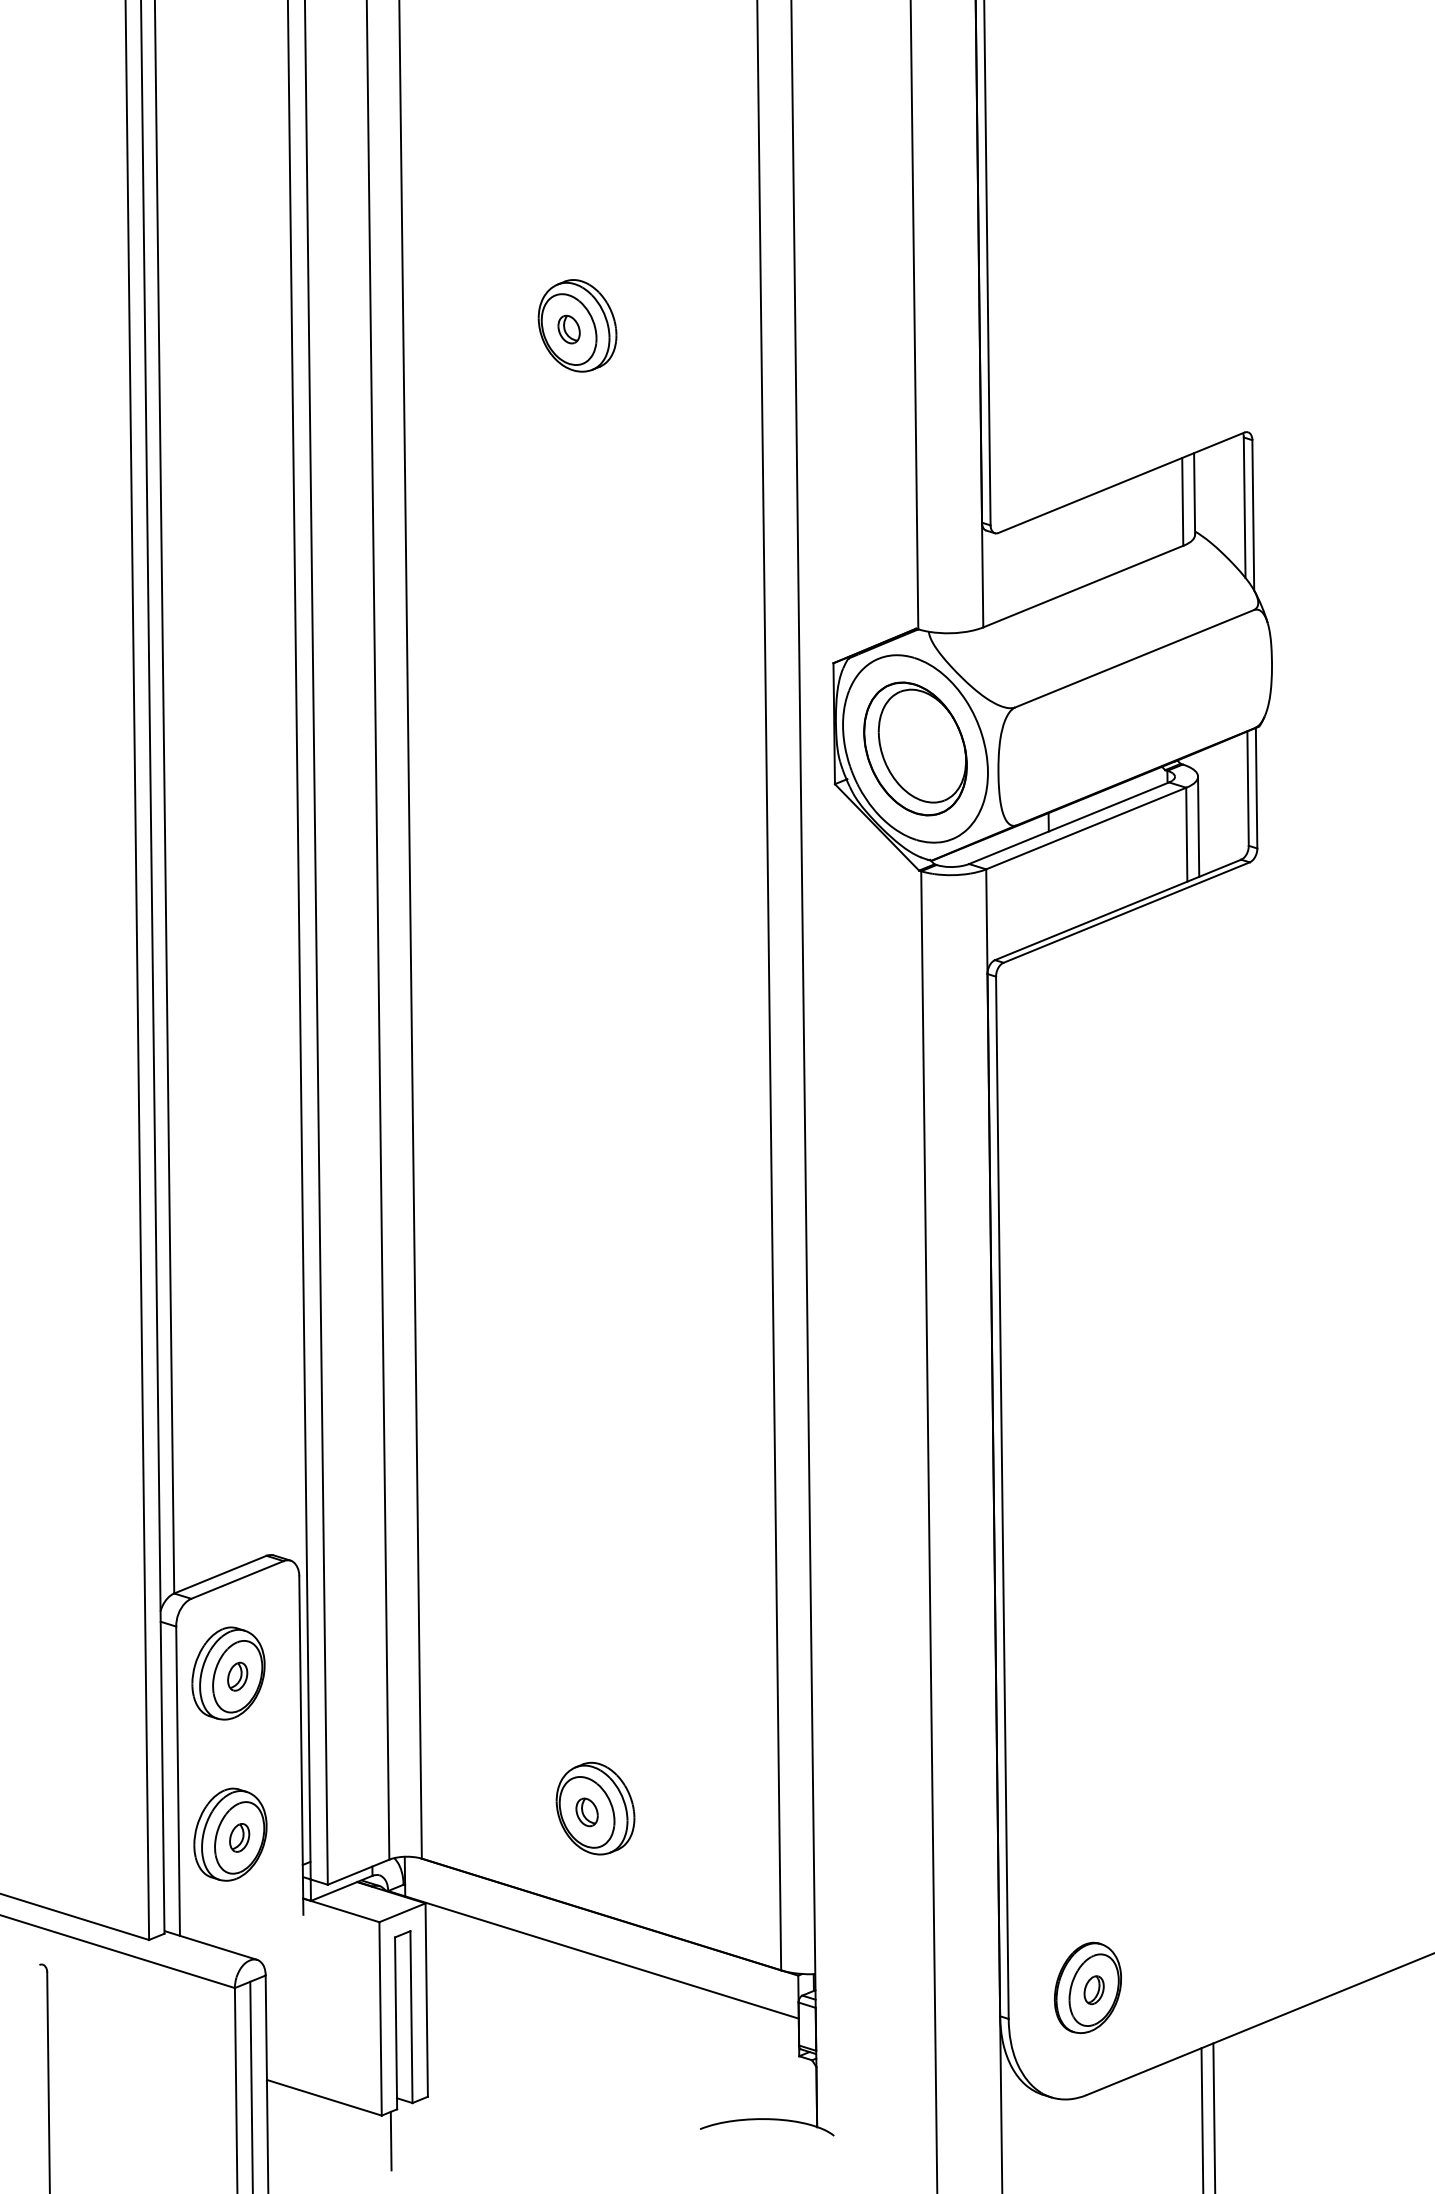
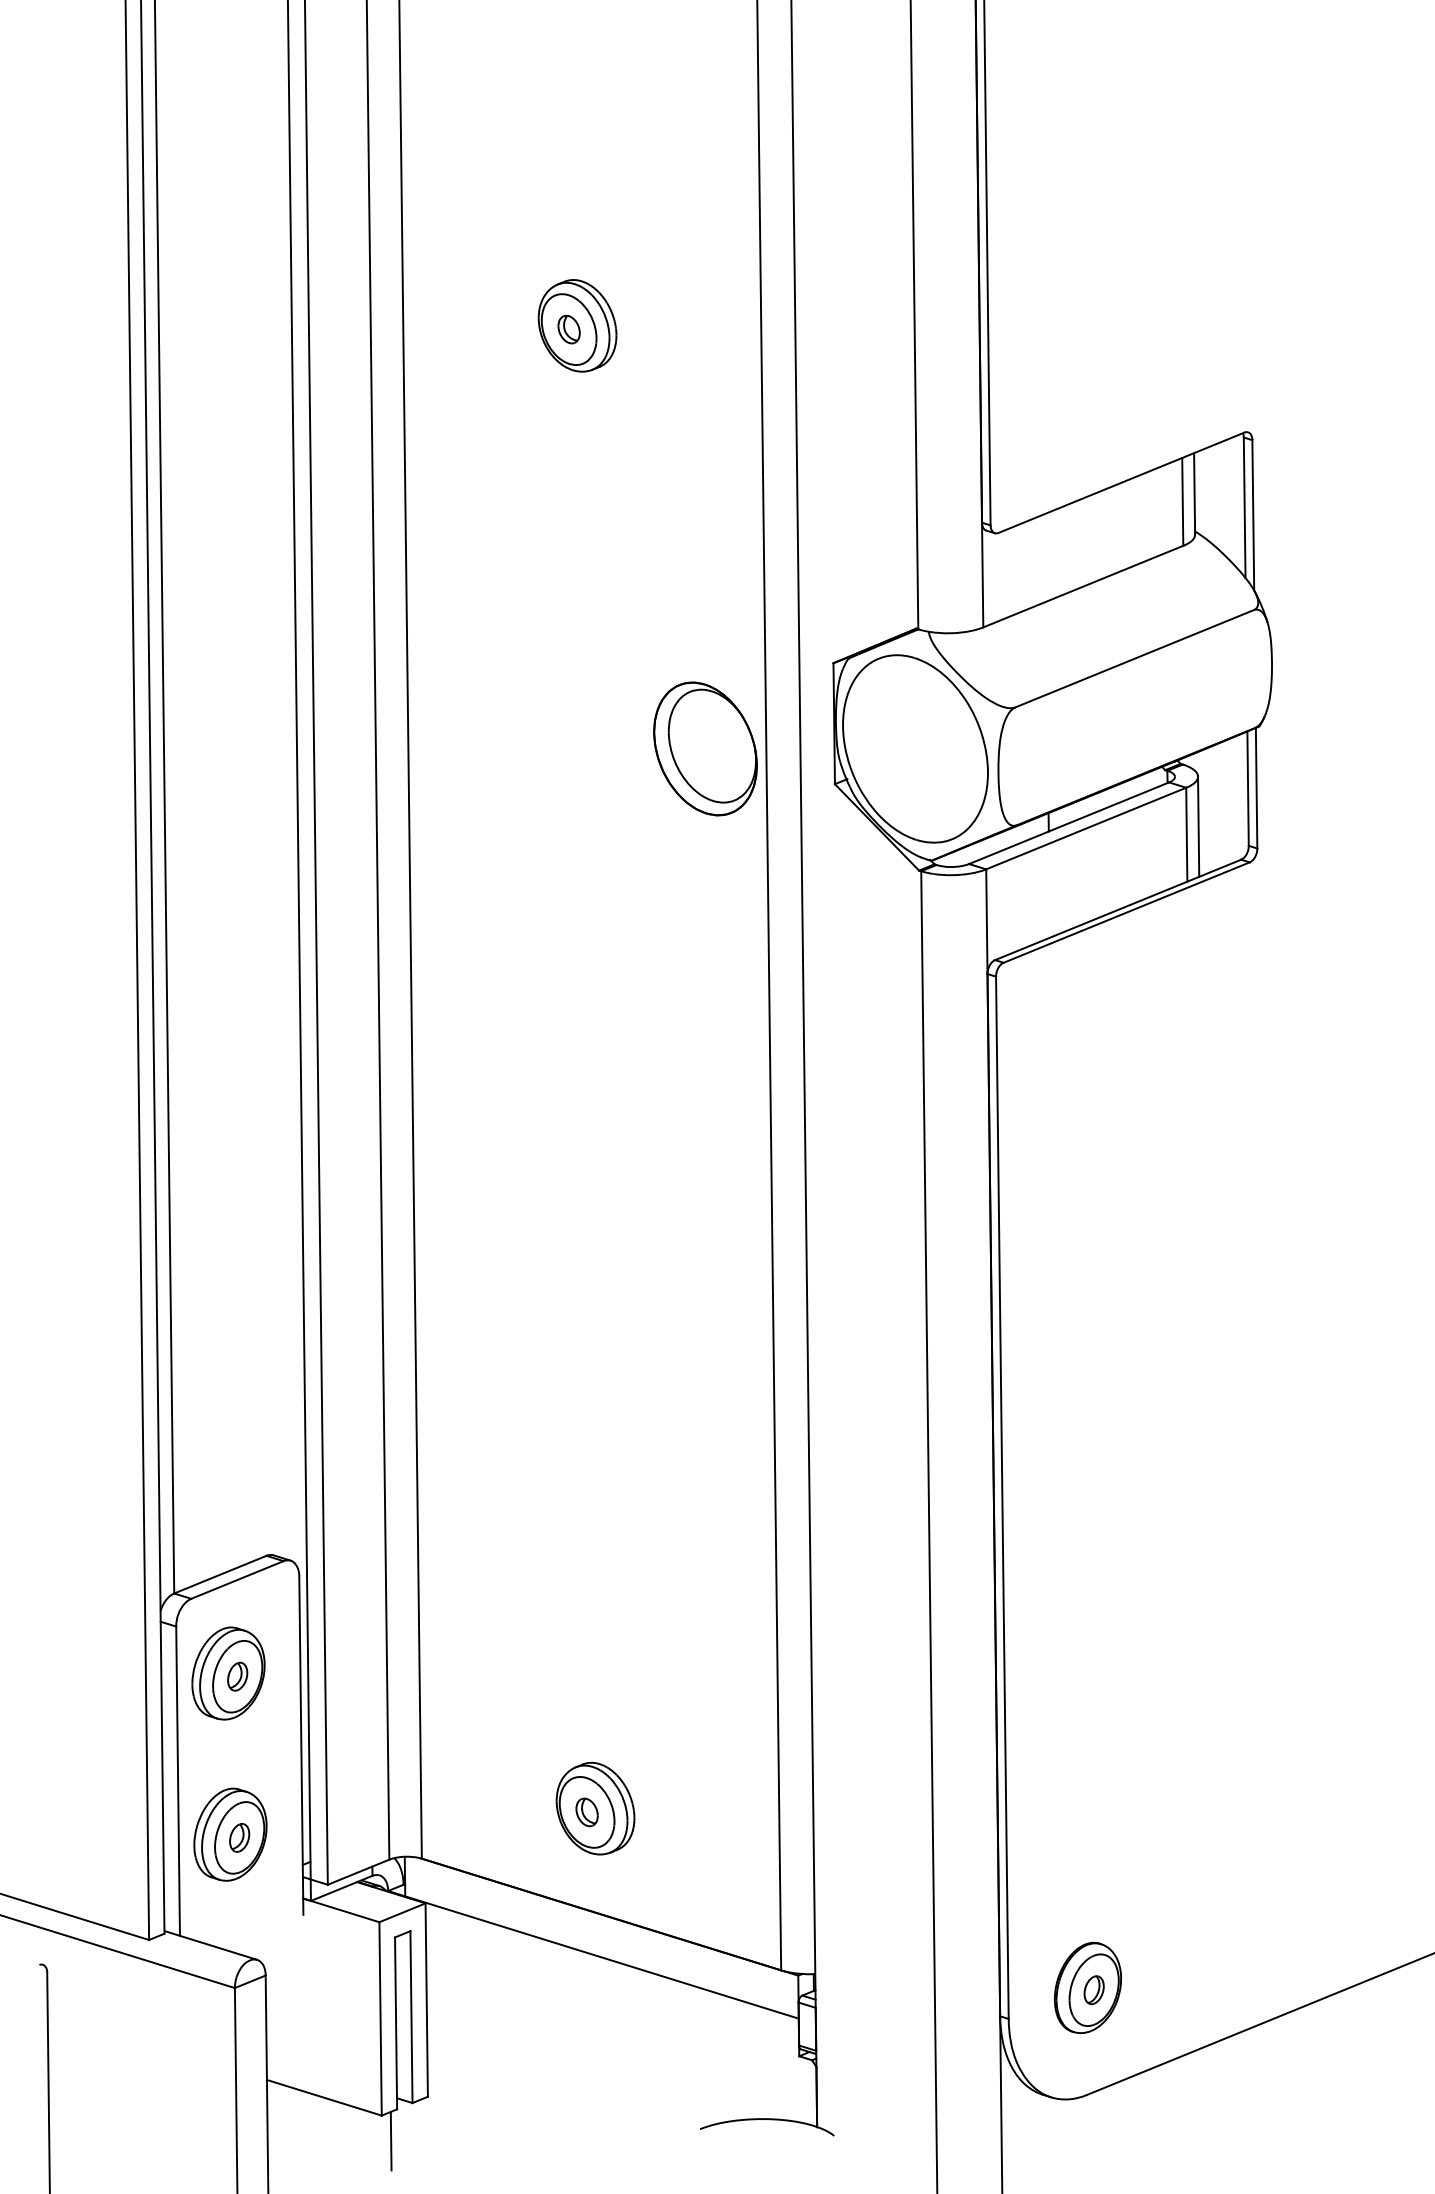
part at (915, 748) position: (915, 748) -> (705, 748)
line at (251, 2085): present -> none
line at (1214, 2116): present -> none
line at (1202, 2119): present -> none
